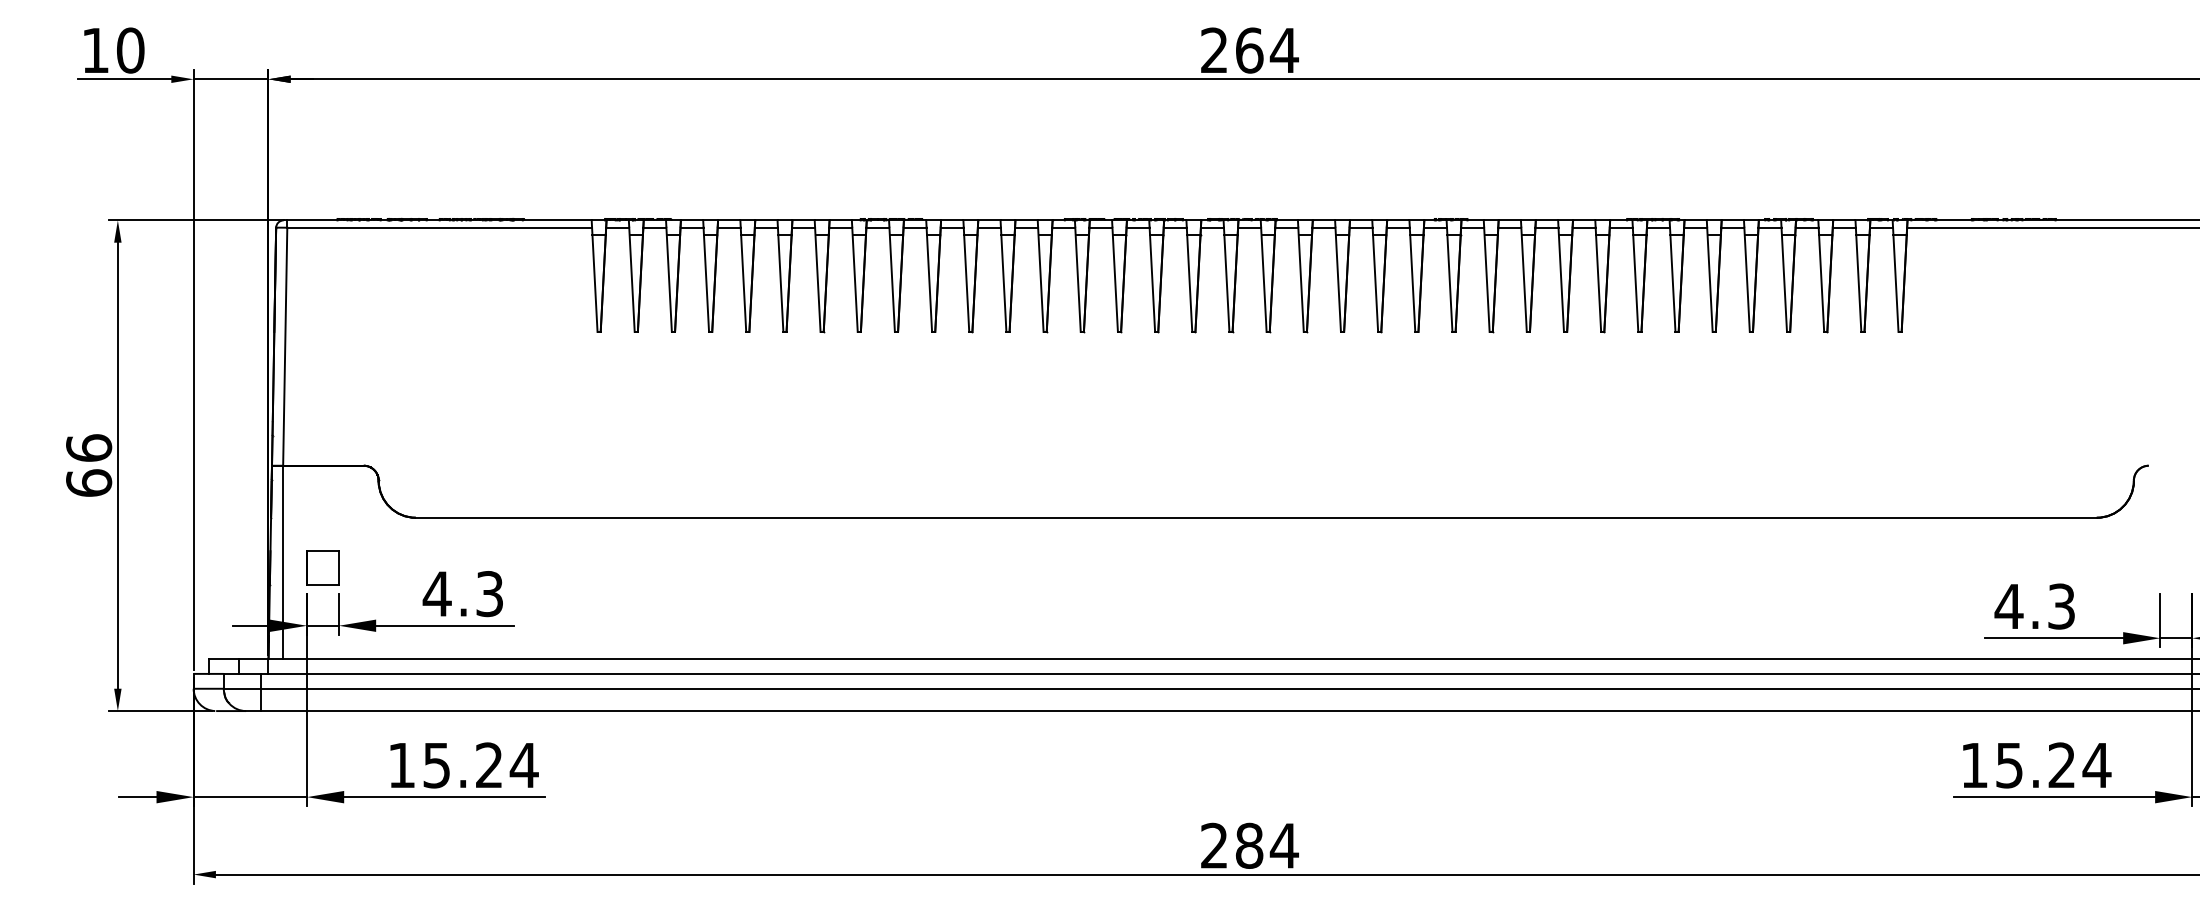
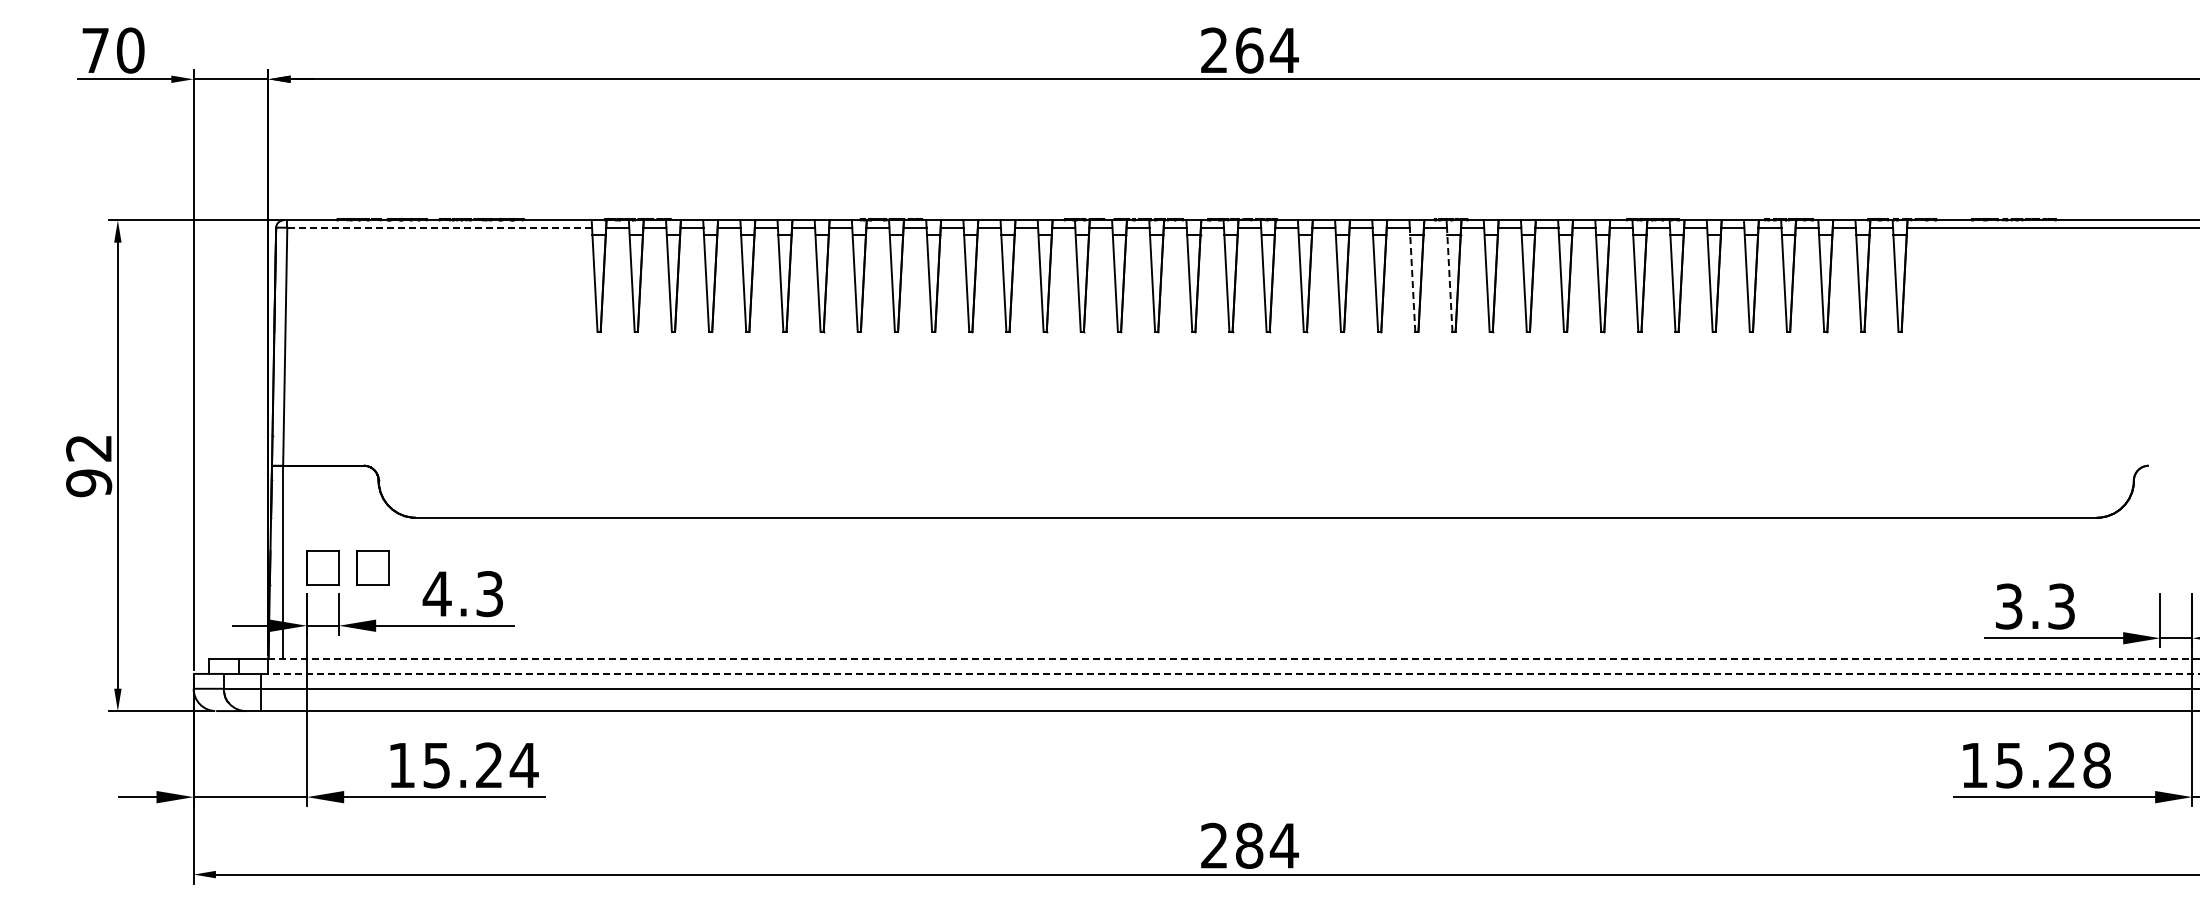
text at (95, 50): 10 -> 70
line at (439, 227): solid -> dashed
line at (1412, 279): solid -> dashed
line at (1449, 279): solid -> dashed
text at (89, 465): 66 -> 92
part at (372, 567): none -> present
text at (2008, 606): 4.3 -> 3.3
line at (1234, 659): solid -> dashed
line at (1229, 673): solid -> dashed
text at (2096, 765): 15.24 -> 15.28
